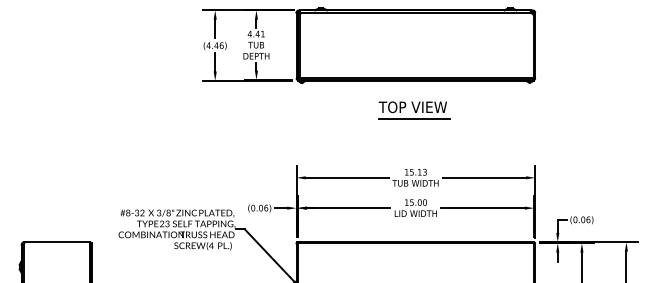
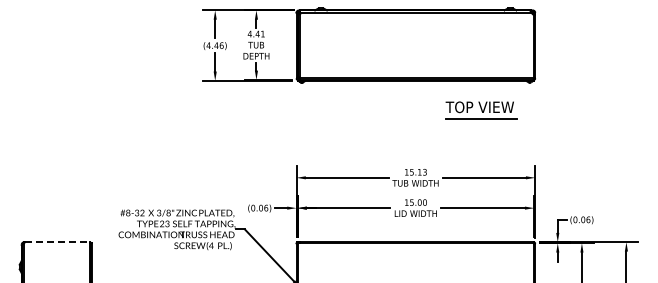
part at (414, 110) position: (414, 110) -> (481, 110)
line at (57, 242): solid -> dashed
